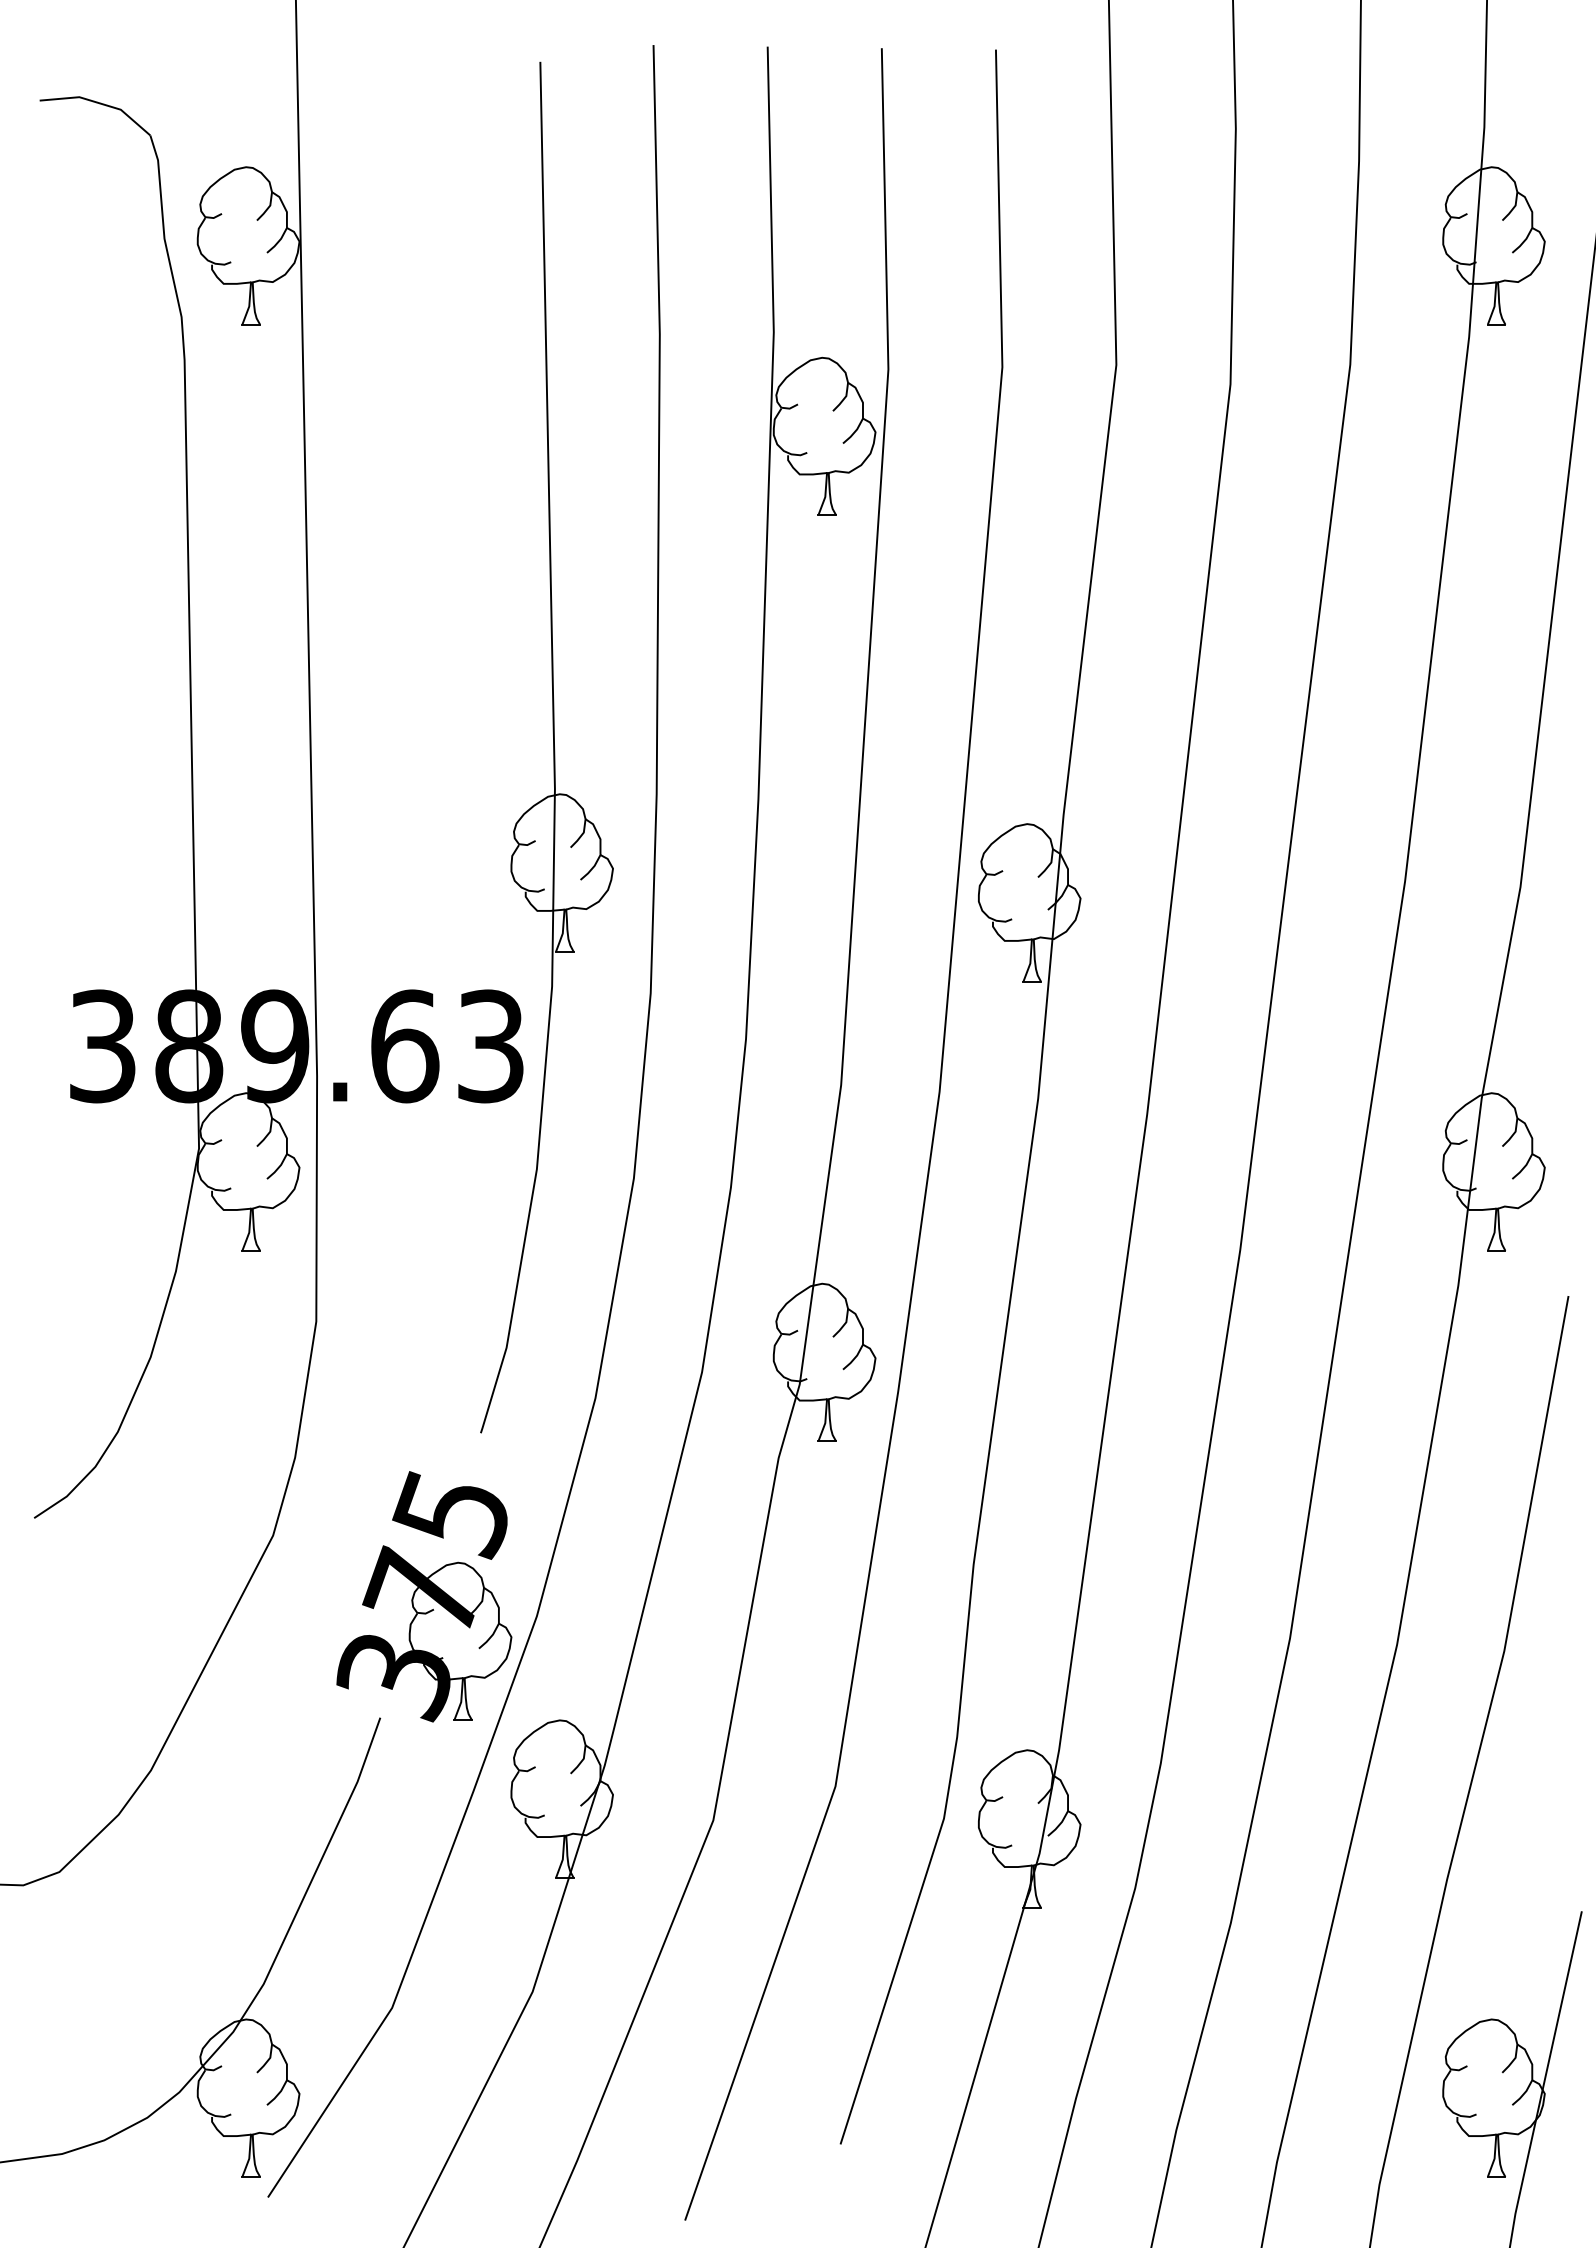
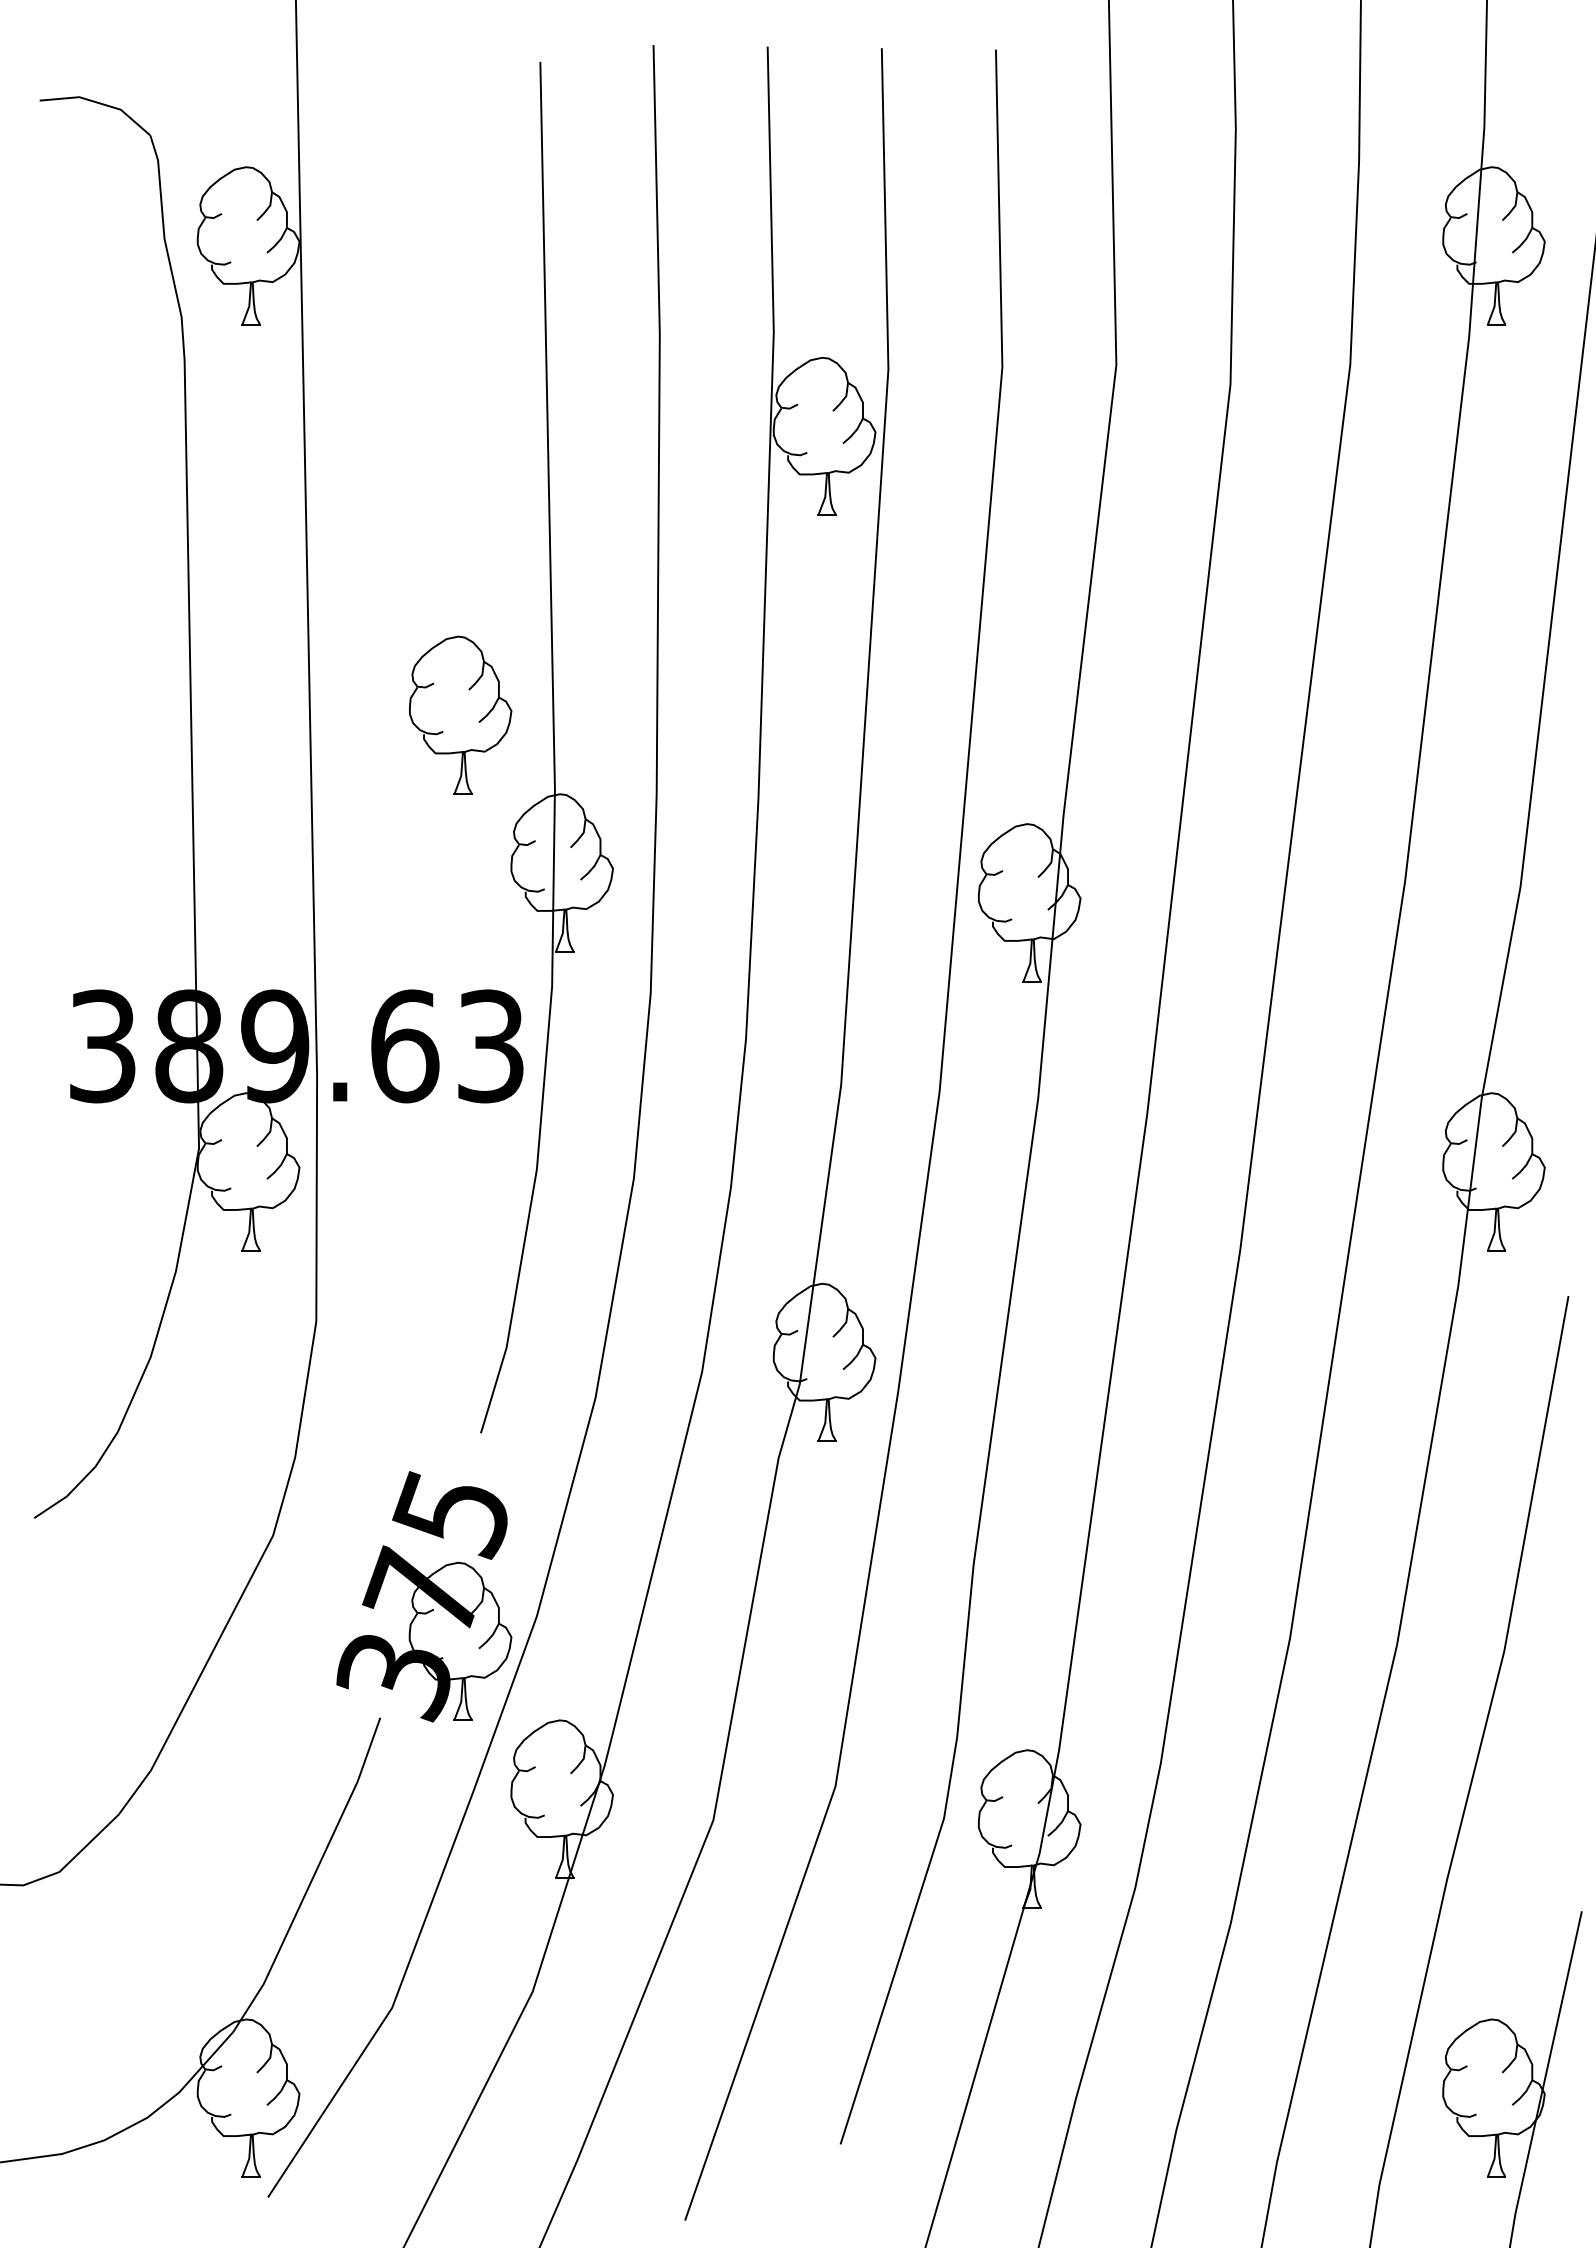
part at (460, 714): none -> present
